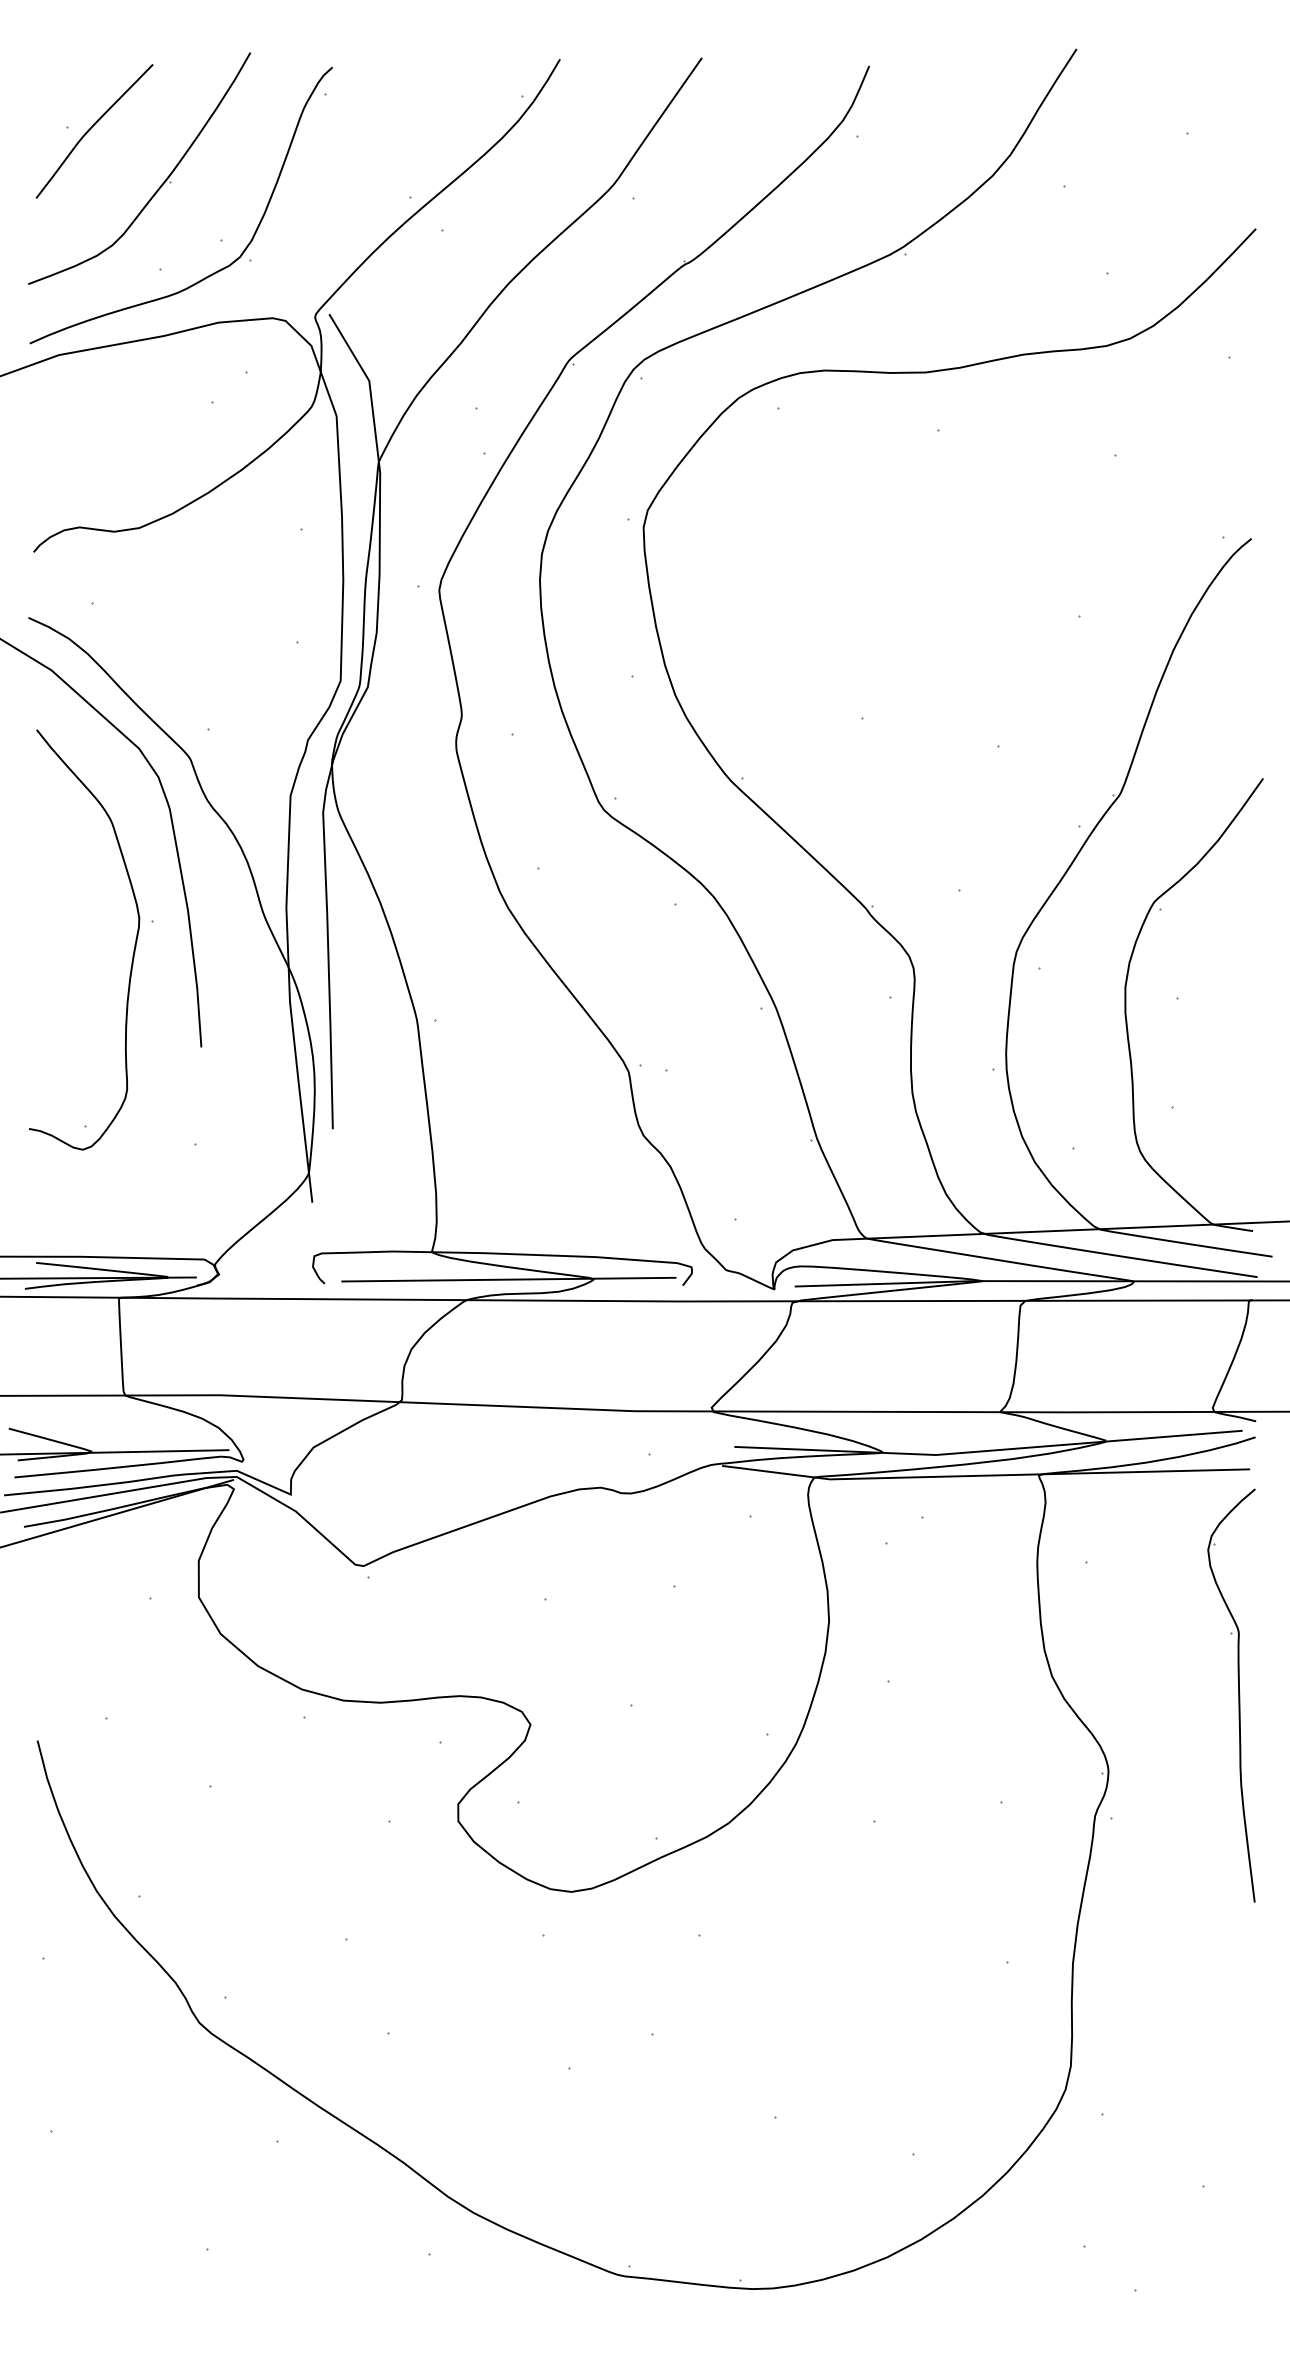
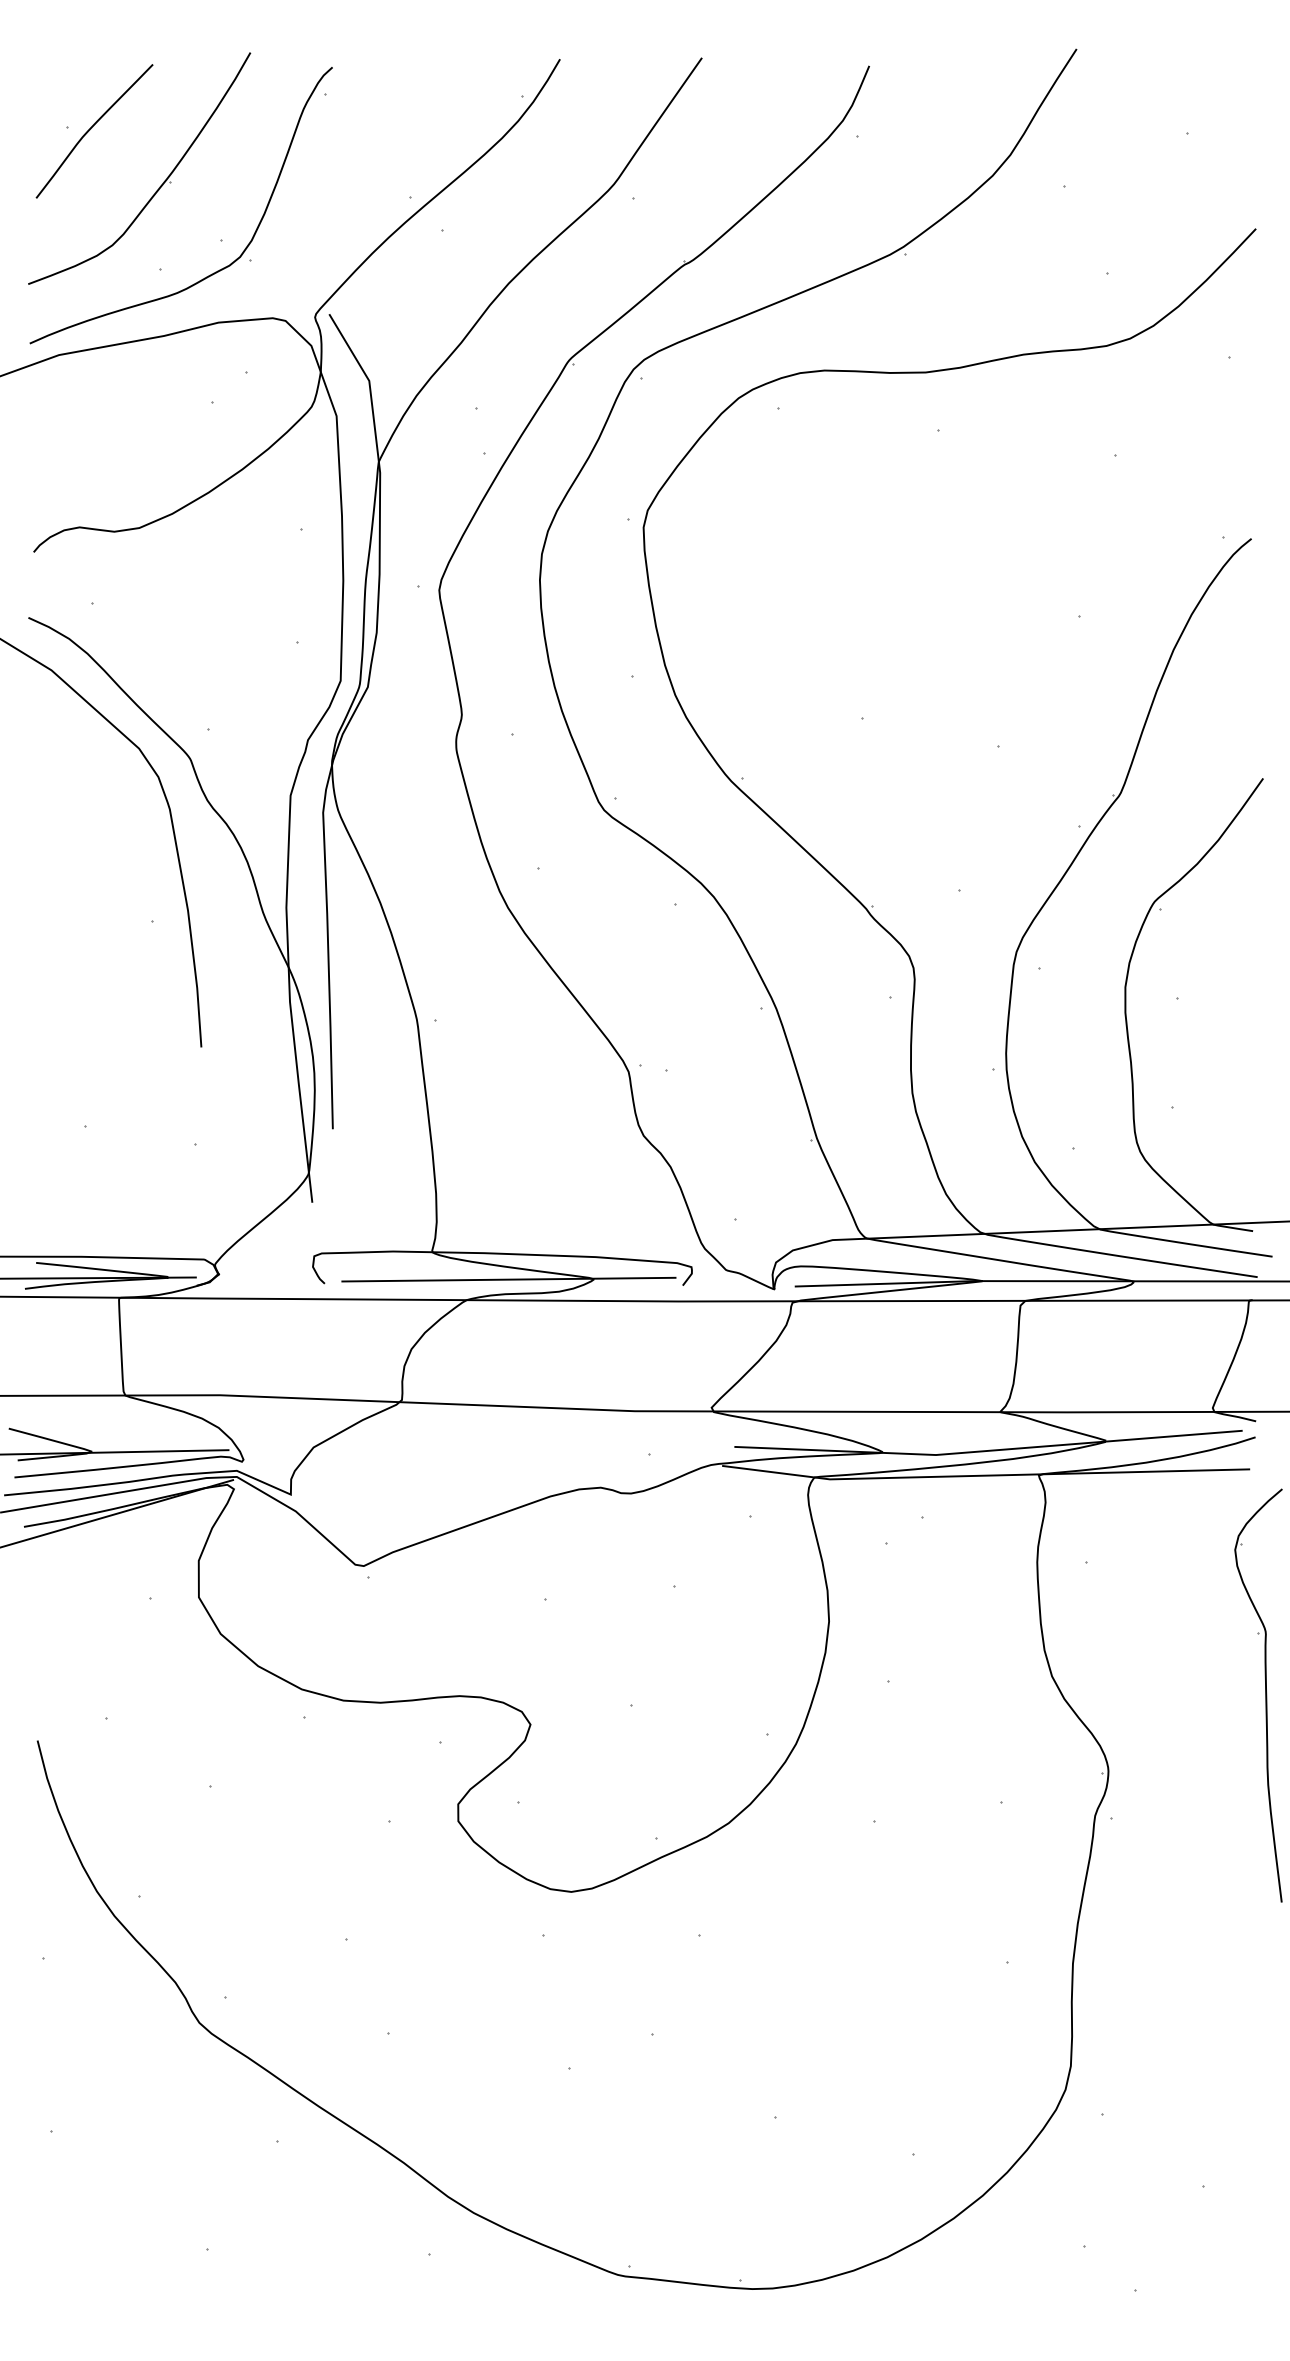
curve at (133, 949): present -> none
part at (1238, 1695) position: (1238, 1695) -> (1265, 1695)
